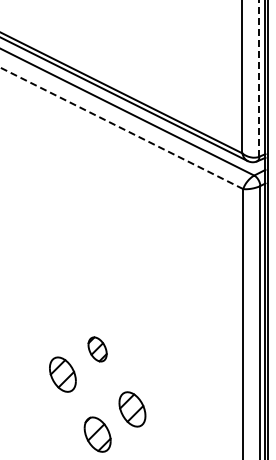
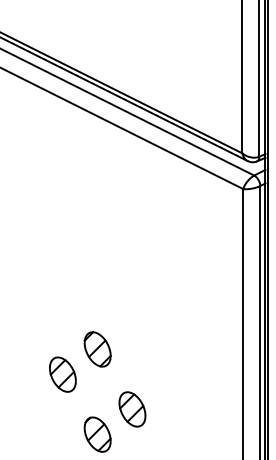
line at (259, 78): dashed -> solid
line at (121, 128): dashed -> solid
part at (97, 349) size: 21x27 px -> 29x37 px
